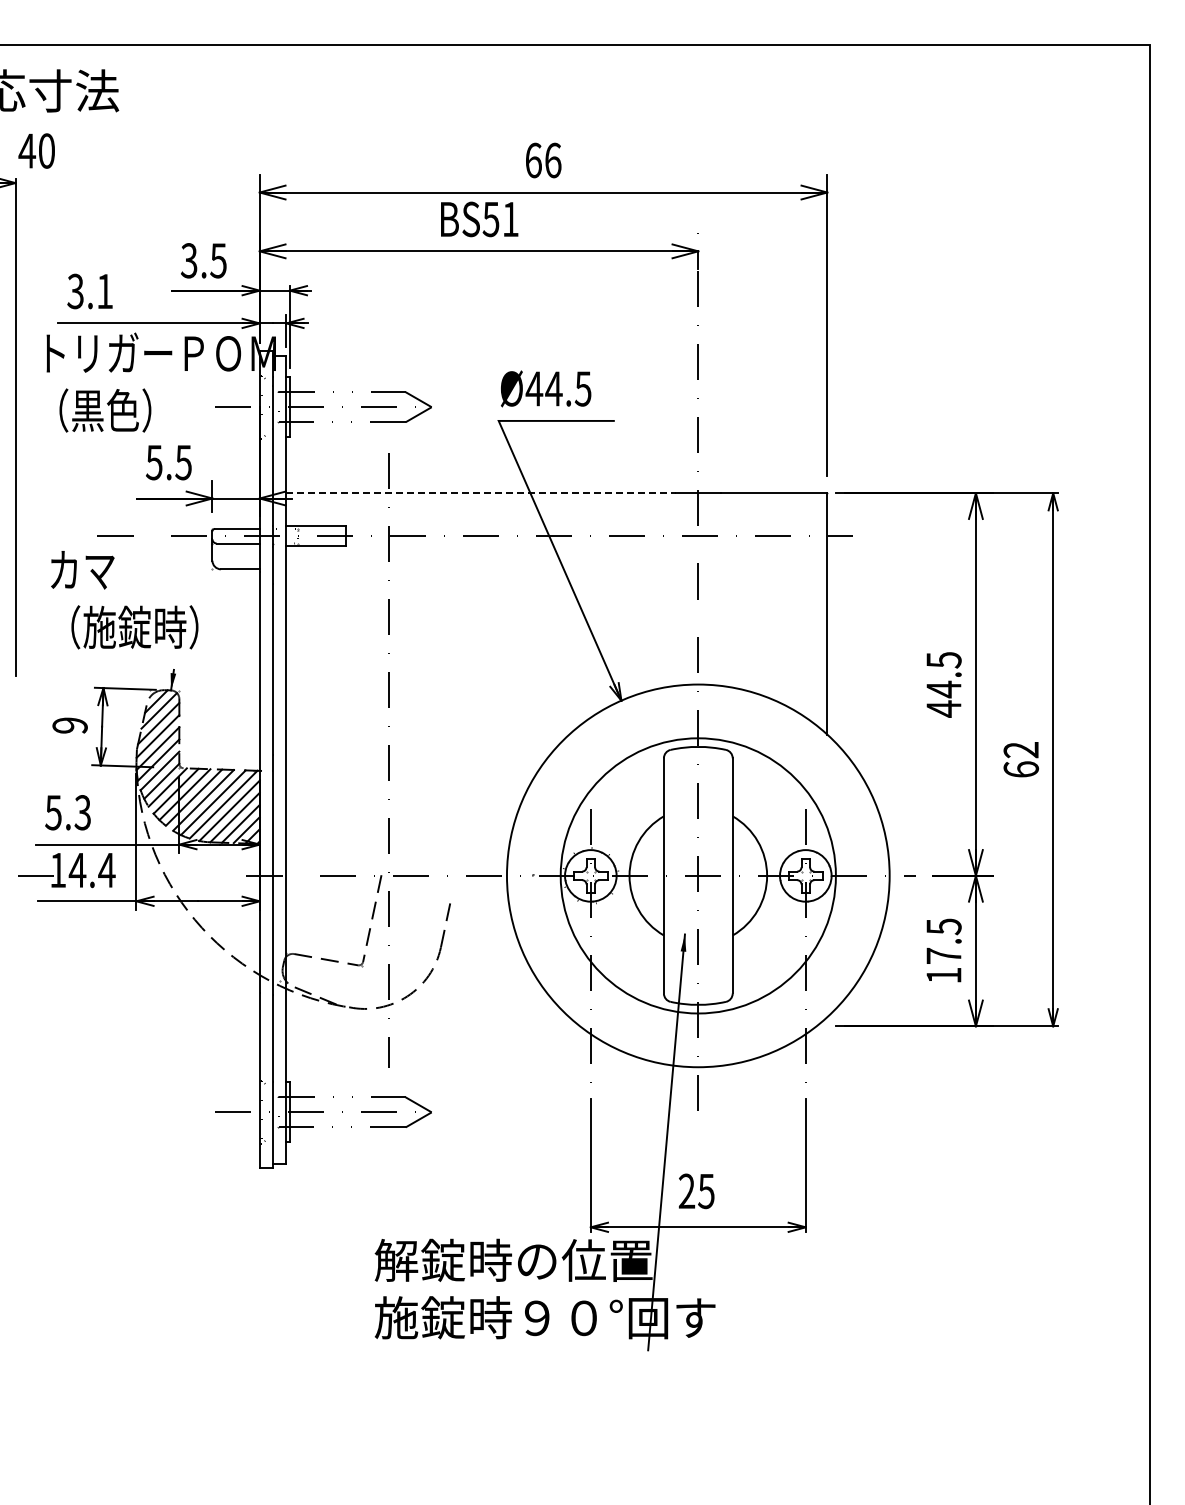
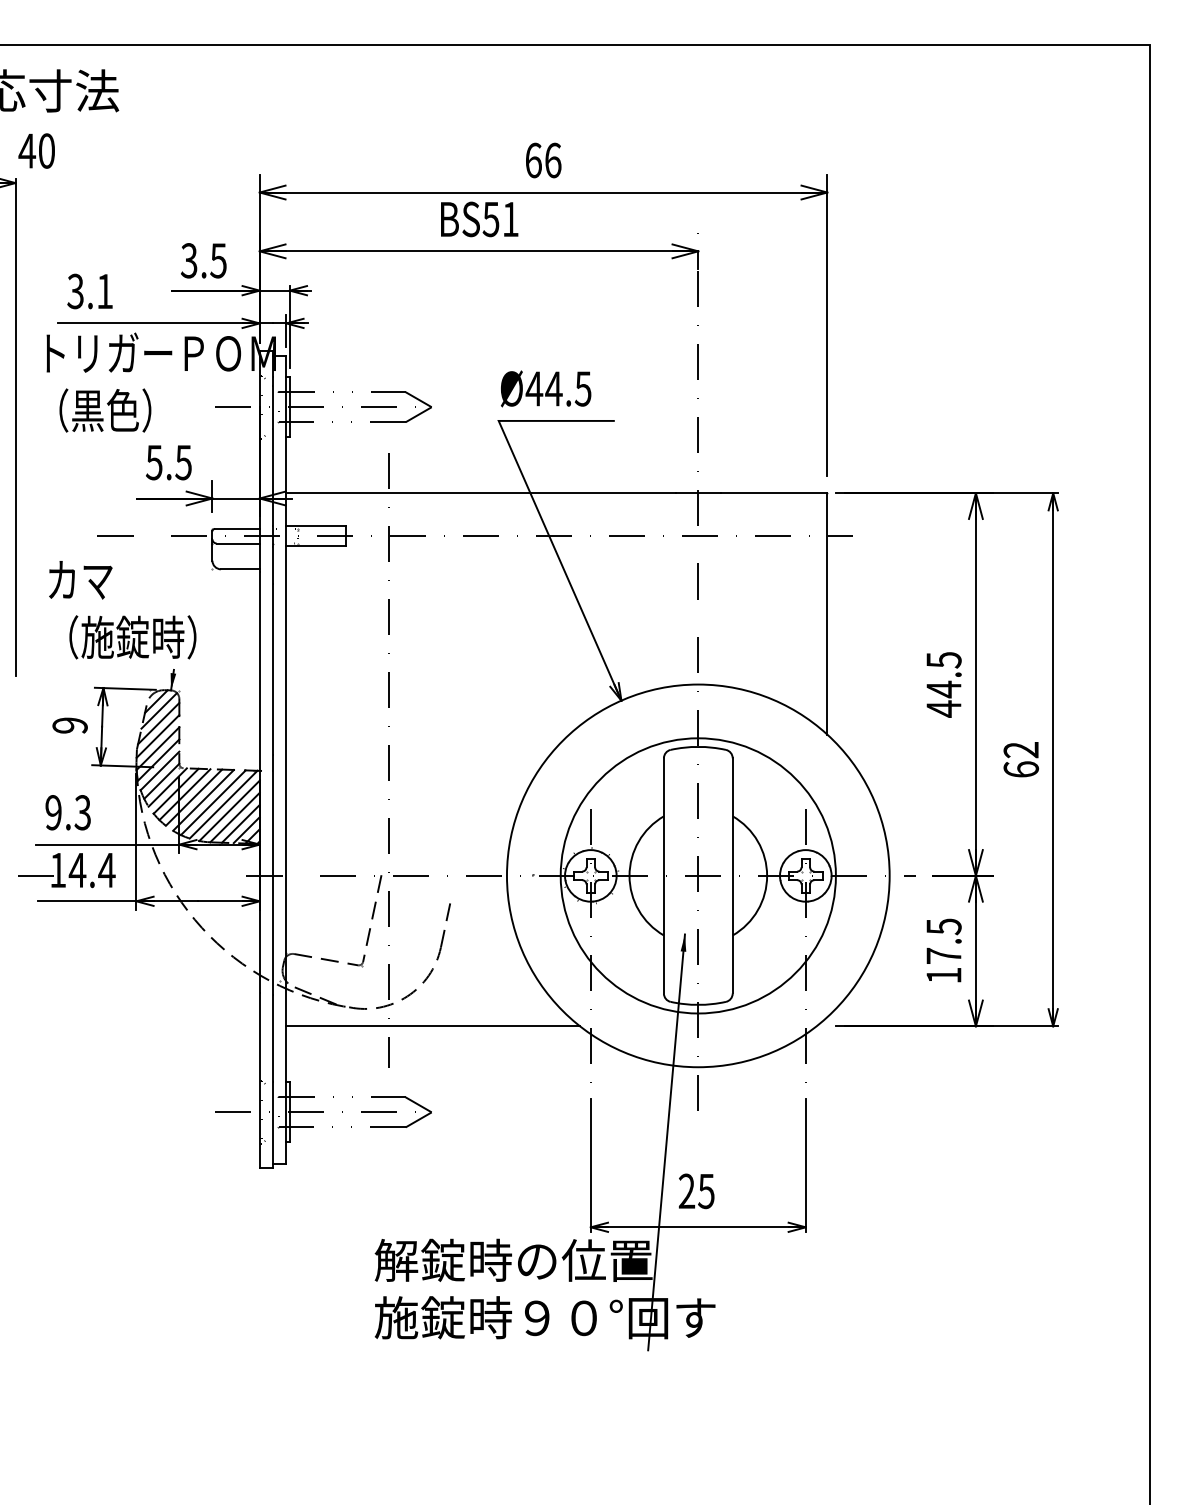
line at (481, 493): dashed -> solid
text at (124, 600) position: (124, 600) -> (122, 610)
text at (53, 812): 5.3 -> 9.3
line at (433, 1026): none -> present
